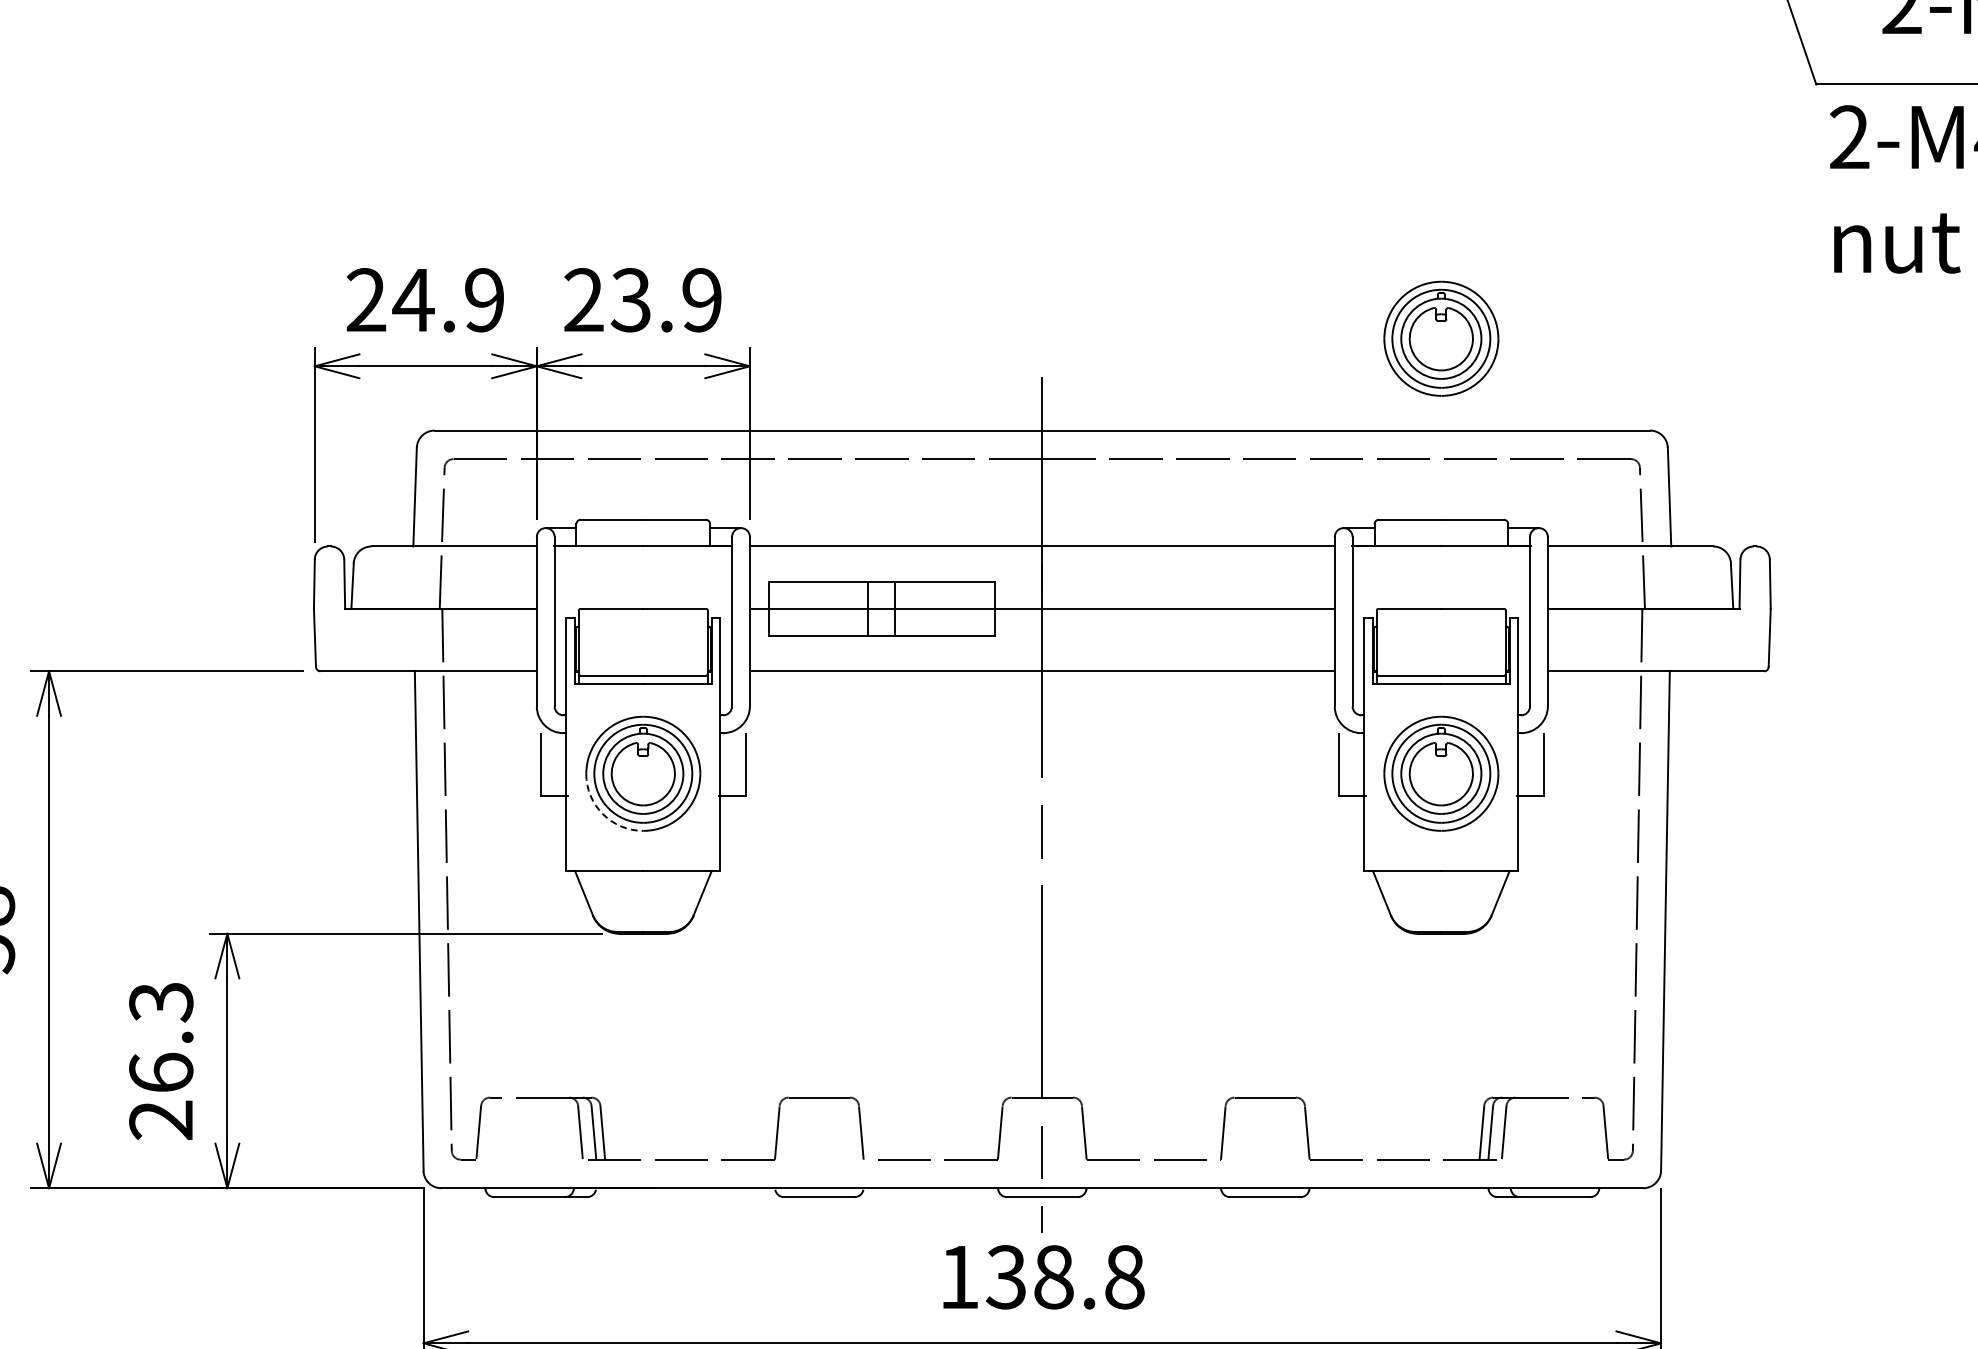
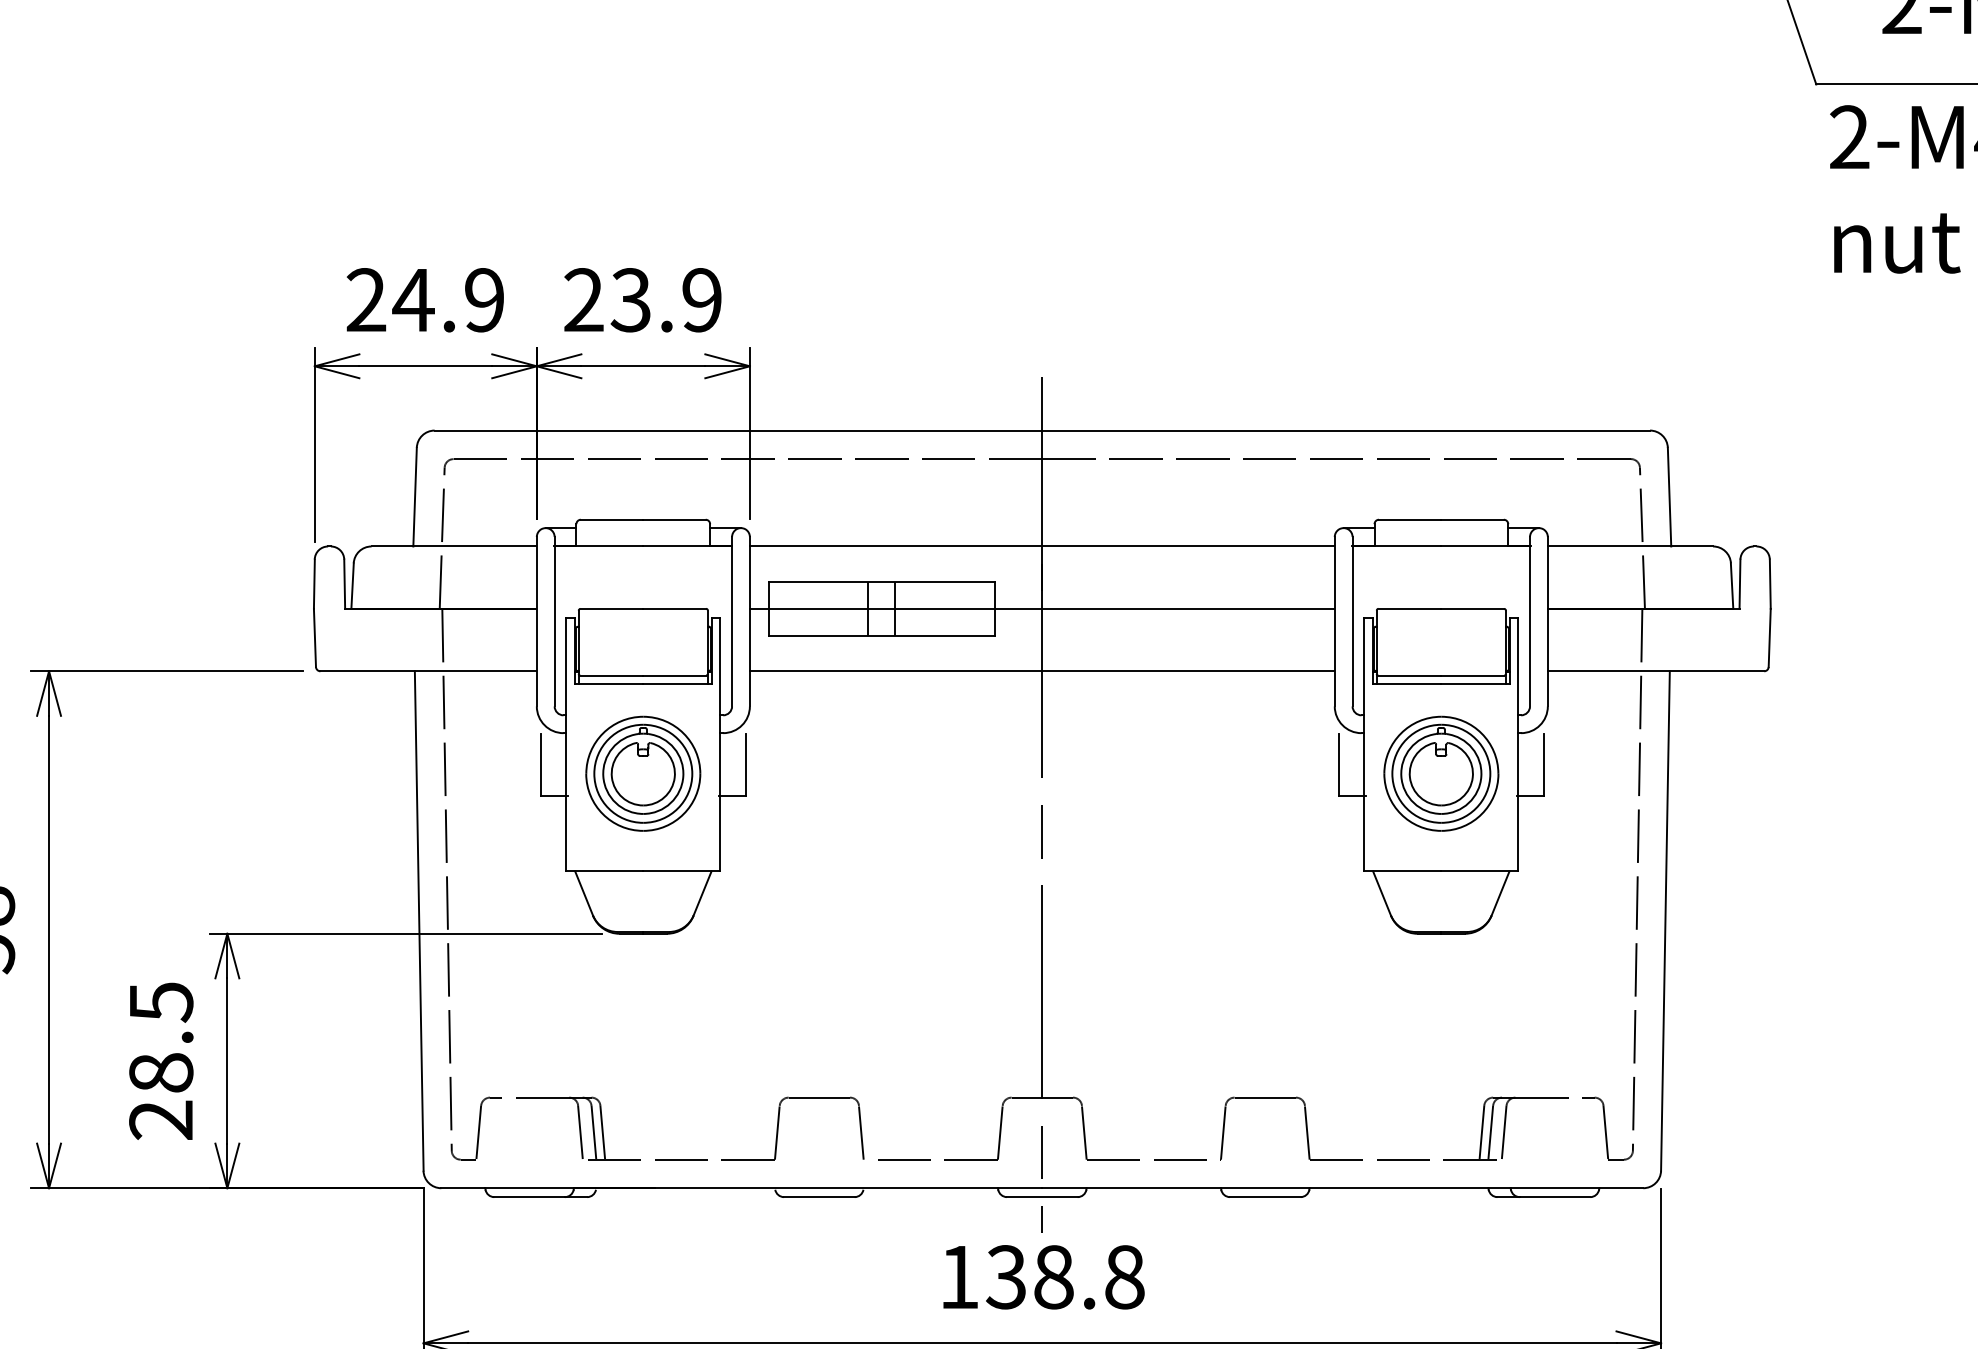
part at (1441, 338): present -> none
arc at (602, 814): dashed -> solid
text at (161, 1037): 26.3 -> 28.5
